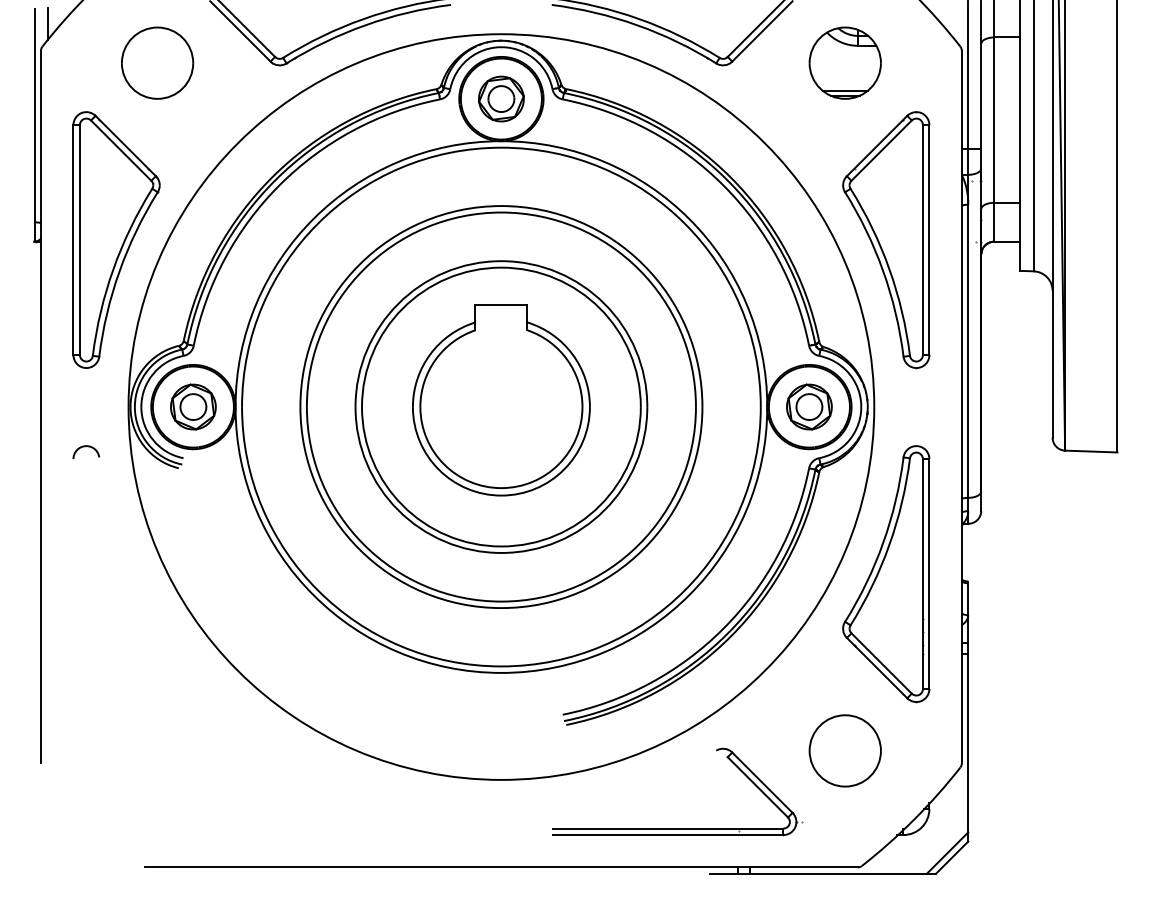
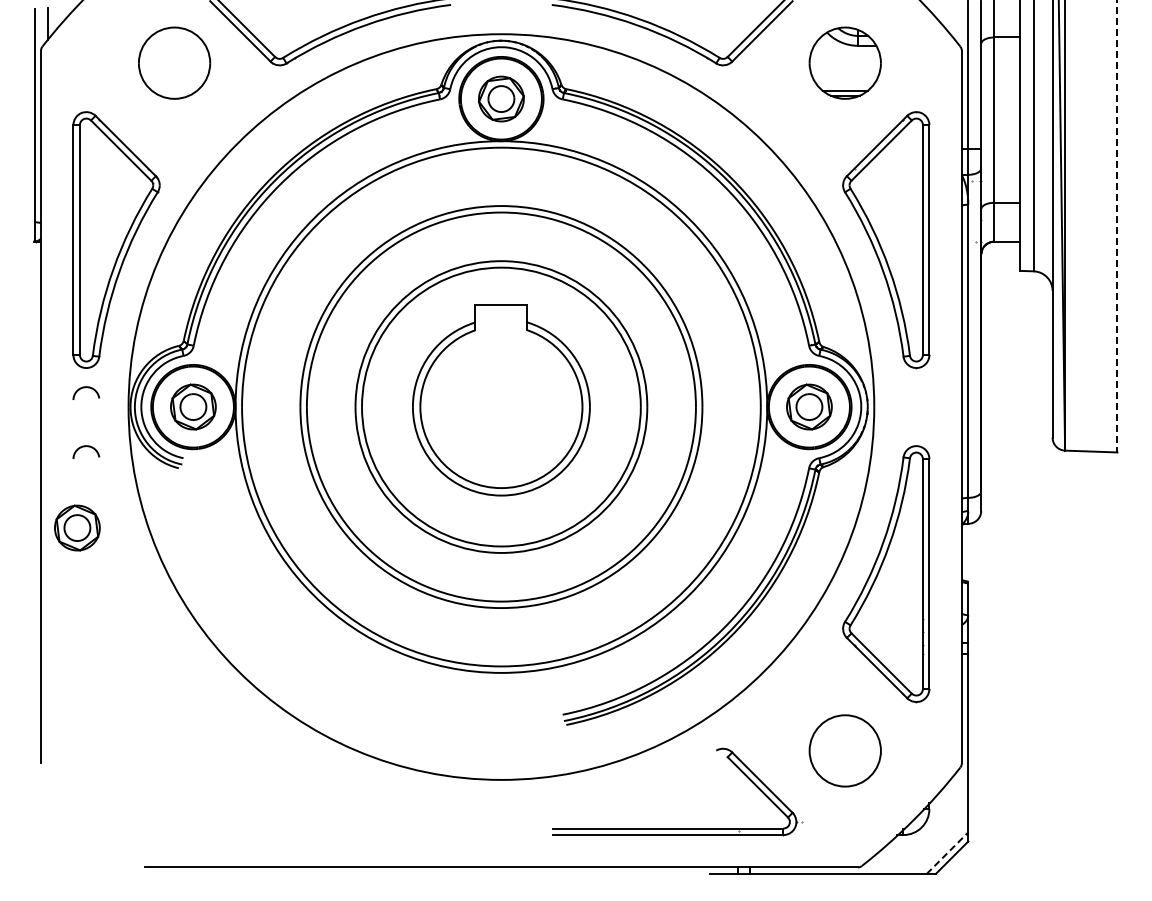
part at (157, 62) position: (157, 62) -> (174, 62)
line at (1117, 226): solid -> dashed
part at (86, 392): none -> present
part at (77, 527): none -> present
line at (947, 852): solid -> dashed
